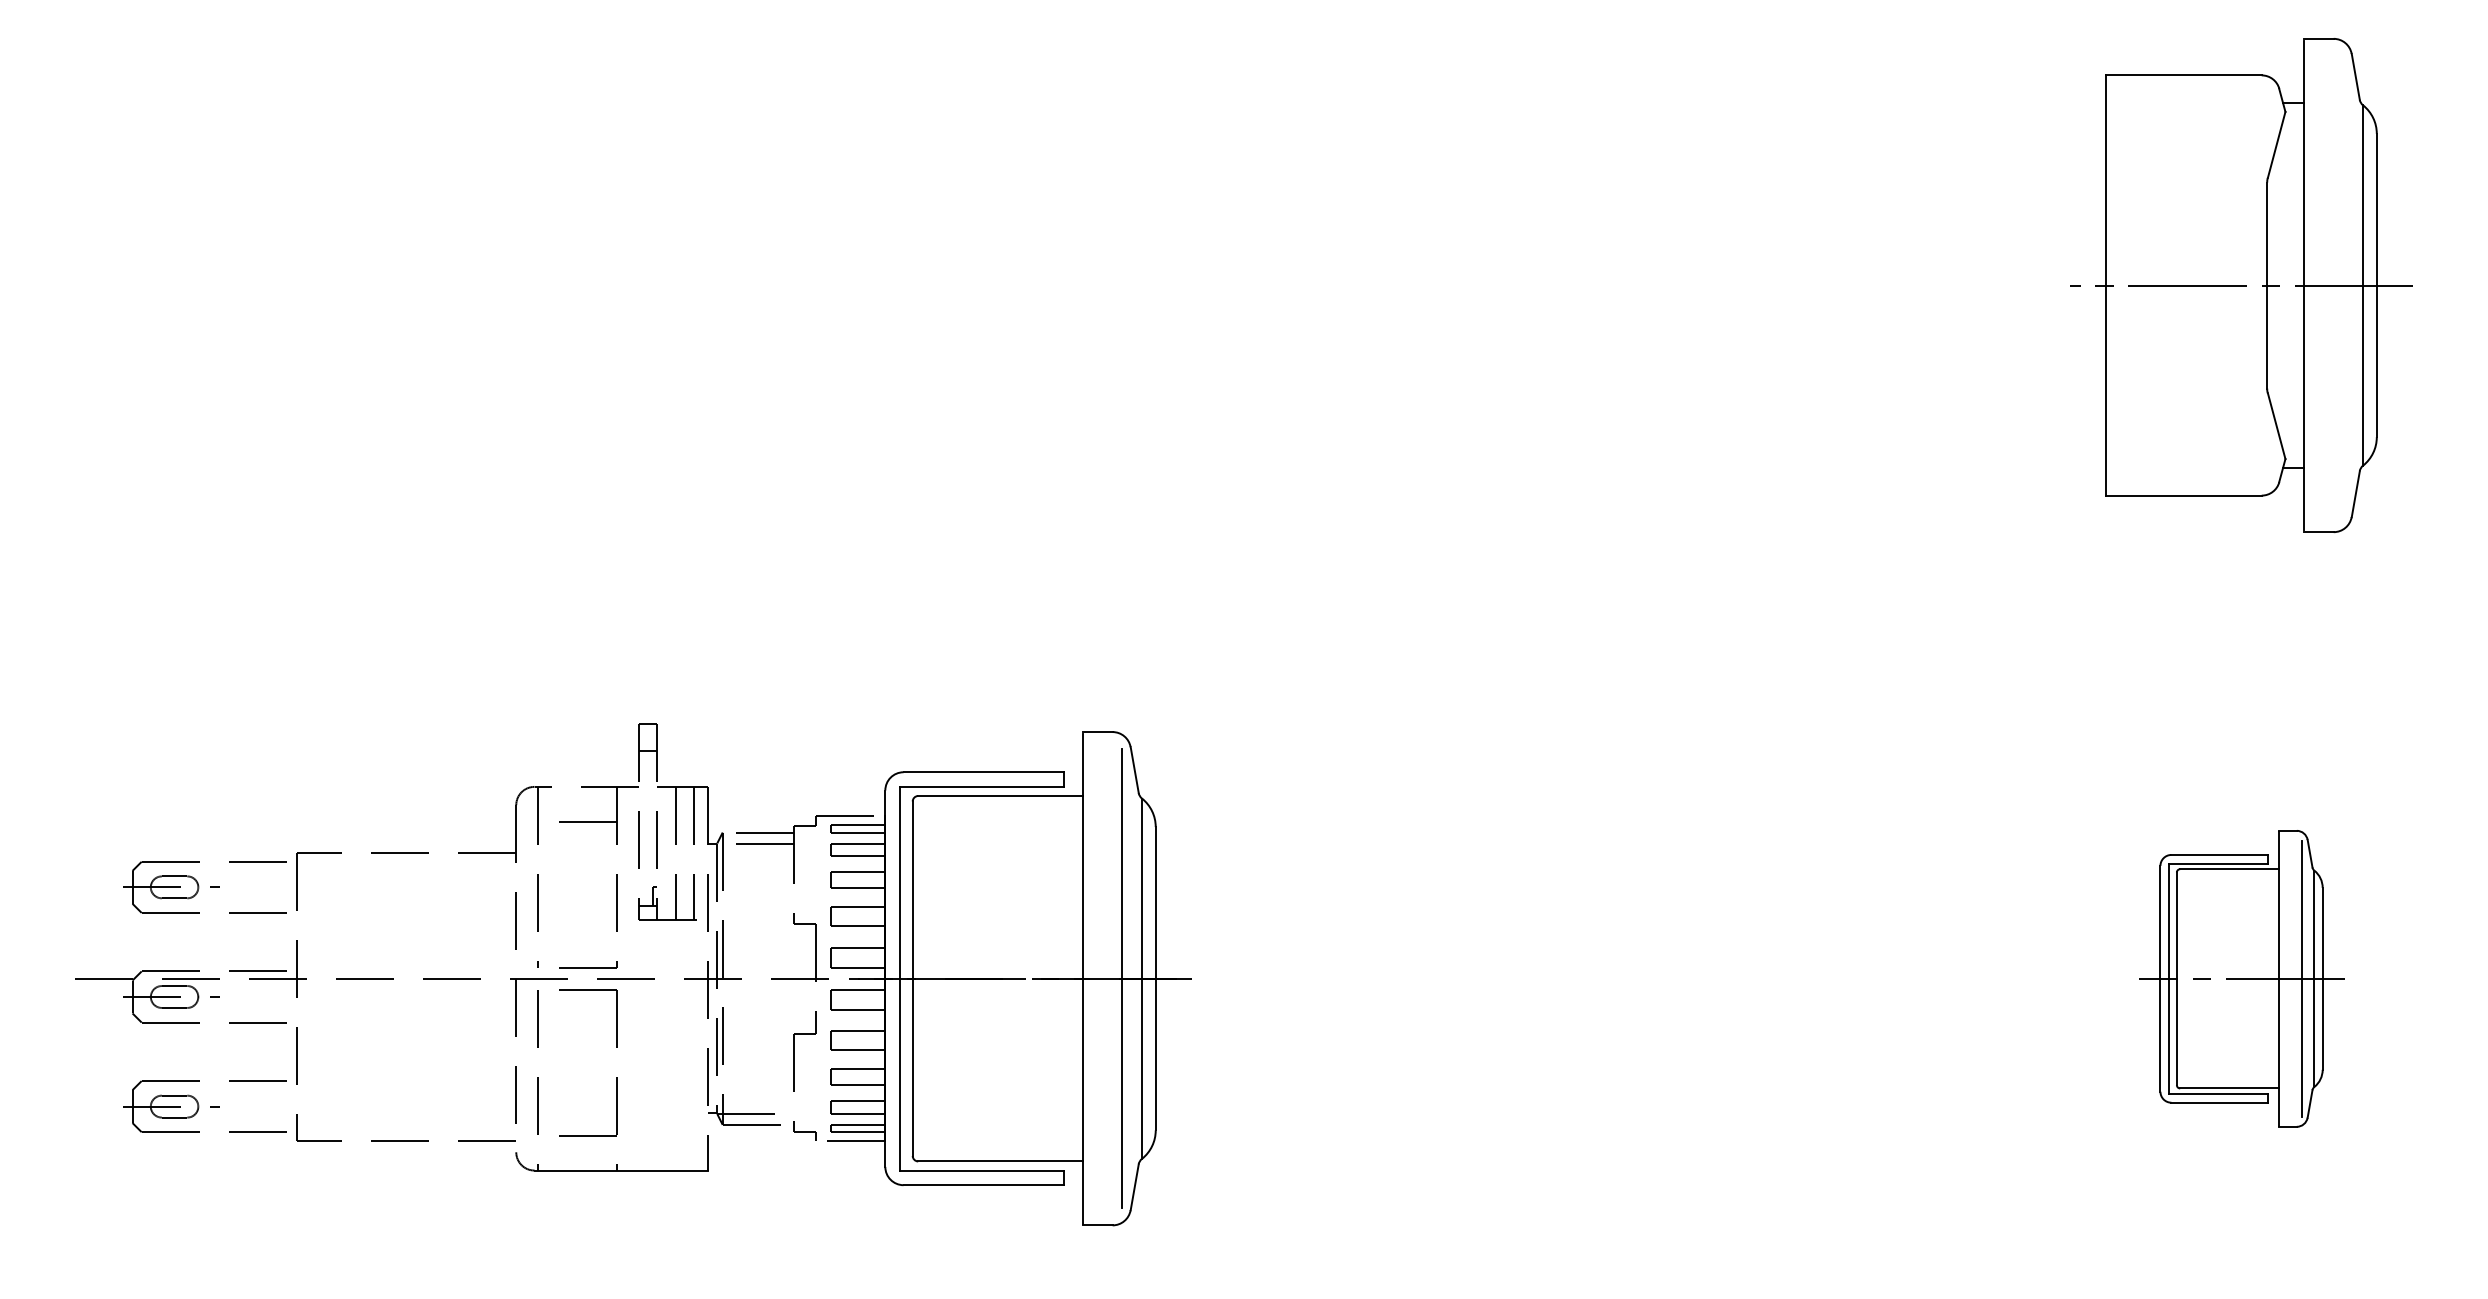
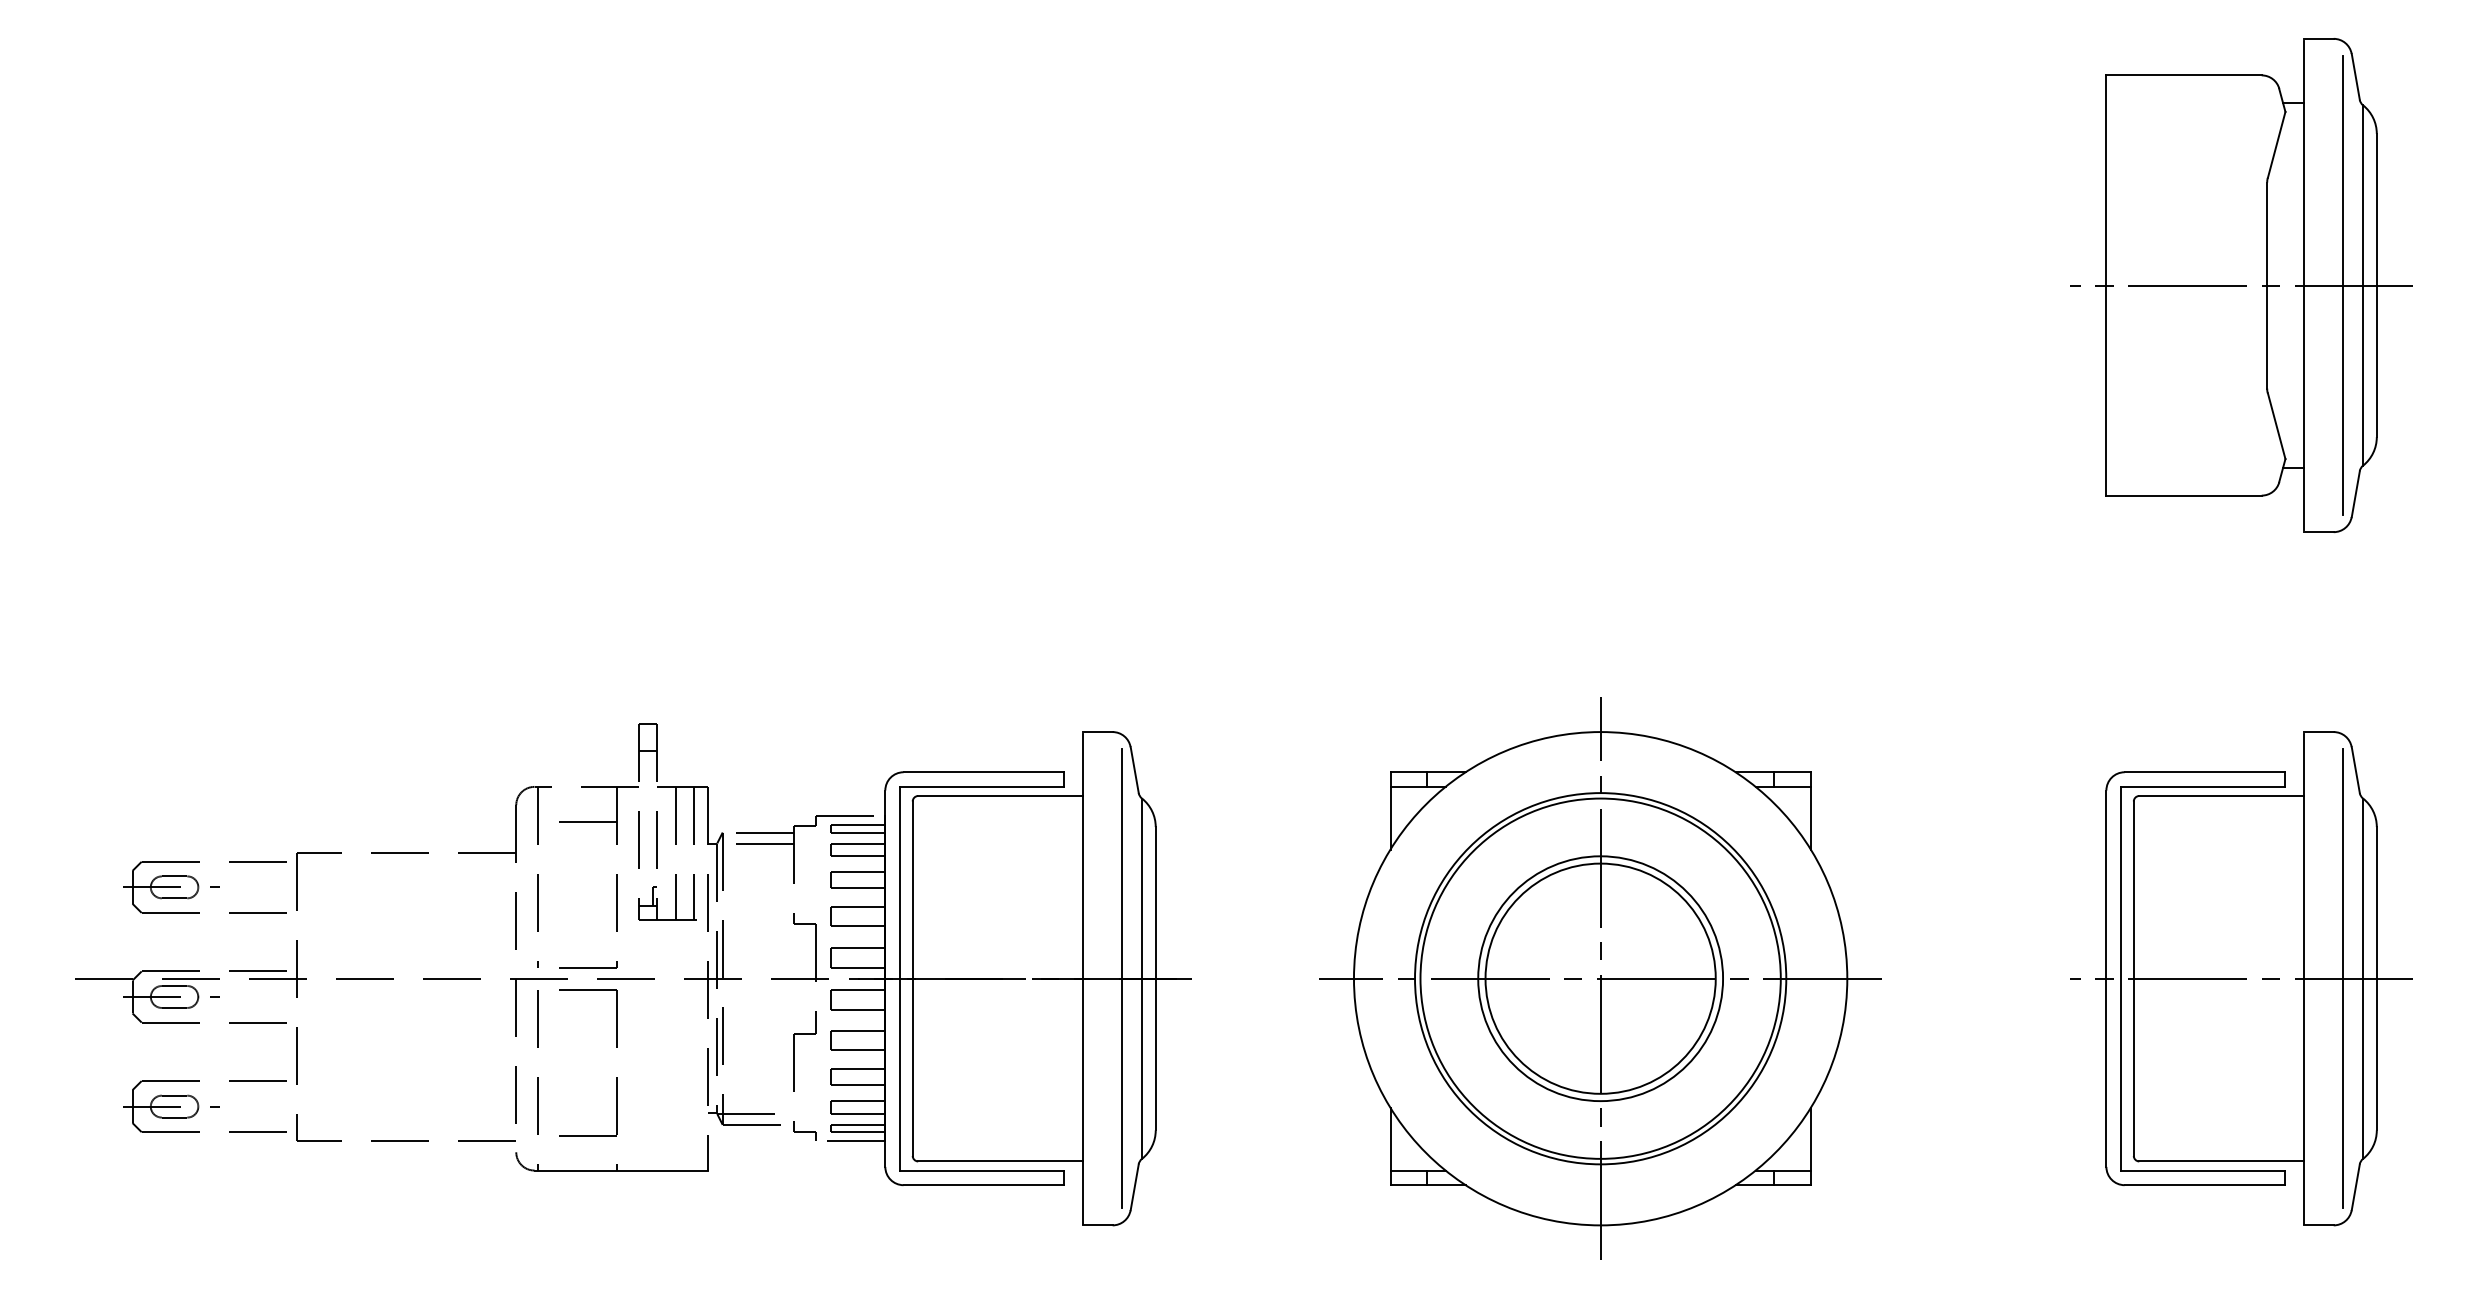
line at (2343, 285): none -> present
part at (1600, 978): none -> present
part at (2241, 978) size: 206x298 px -> 343x496 px
